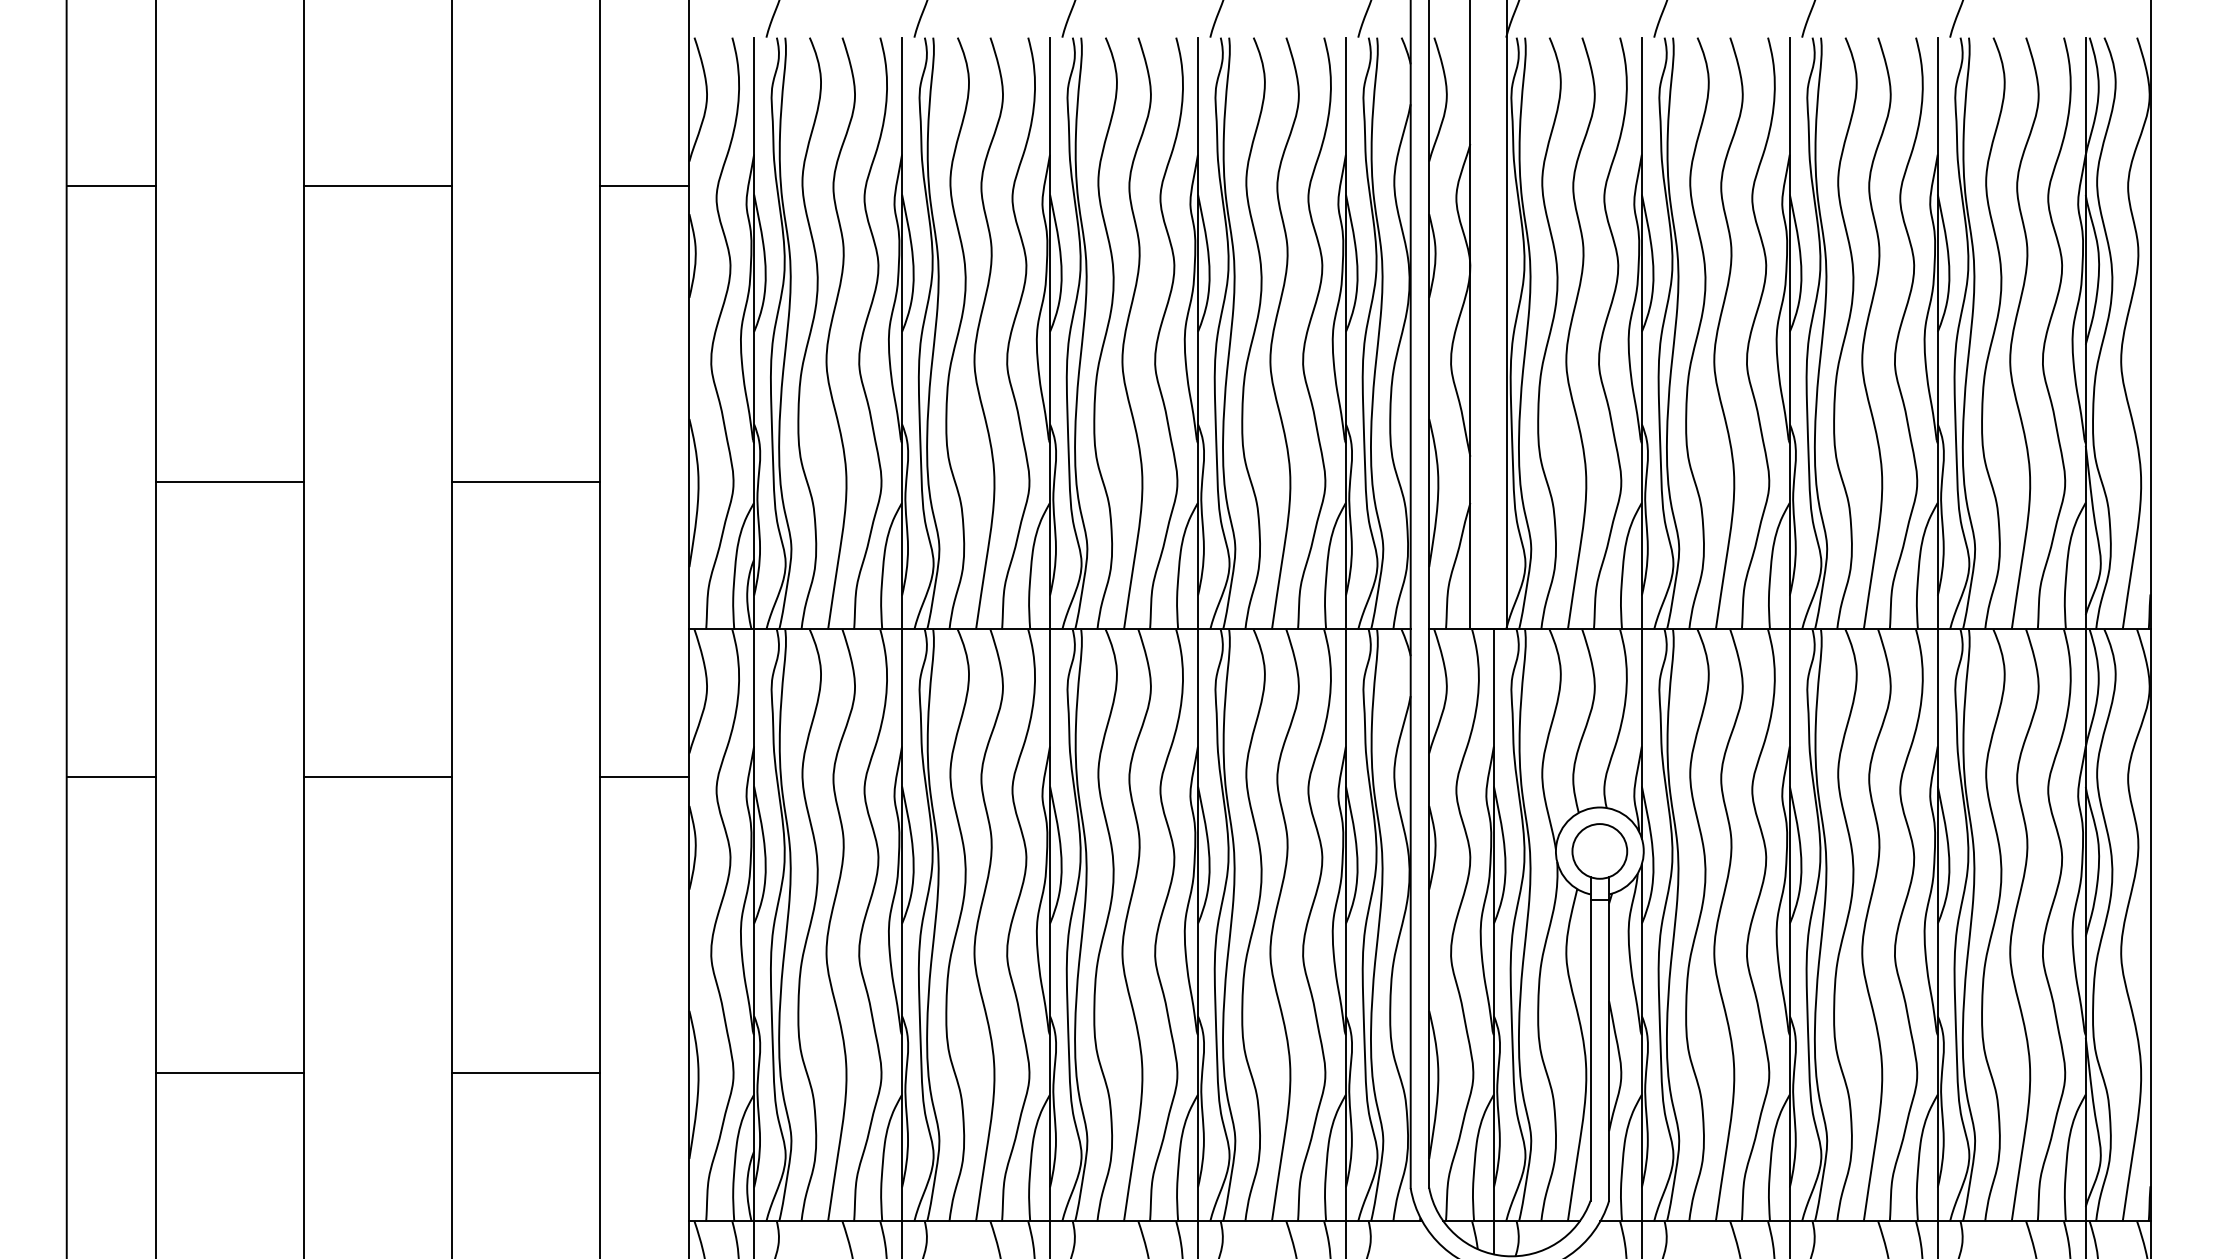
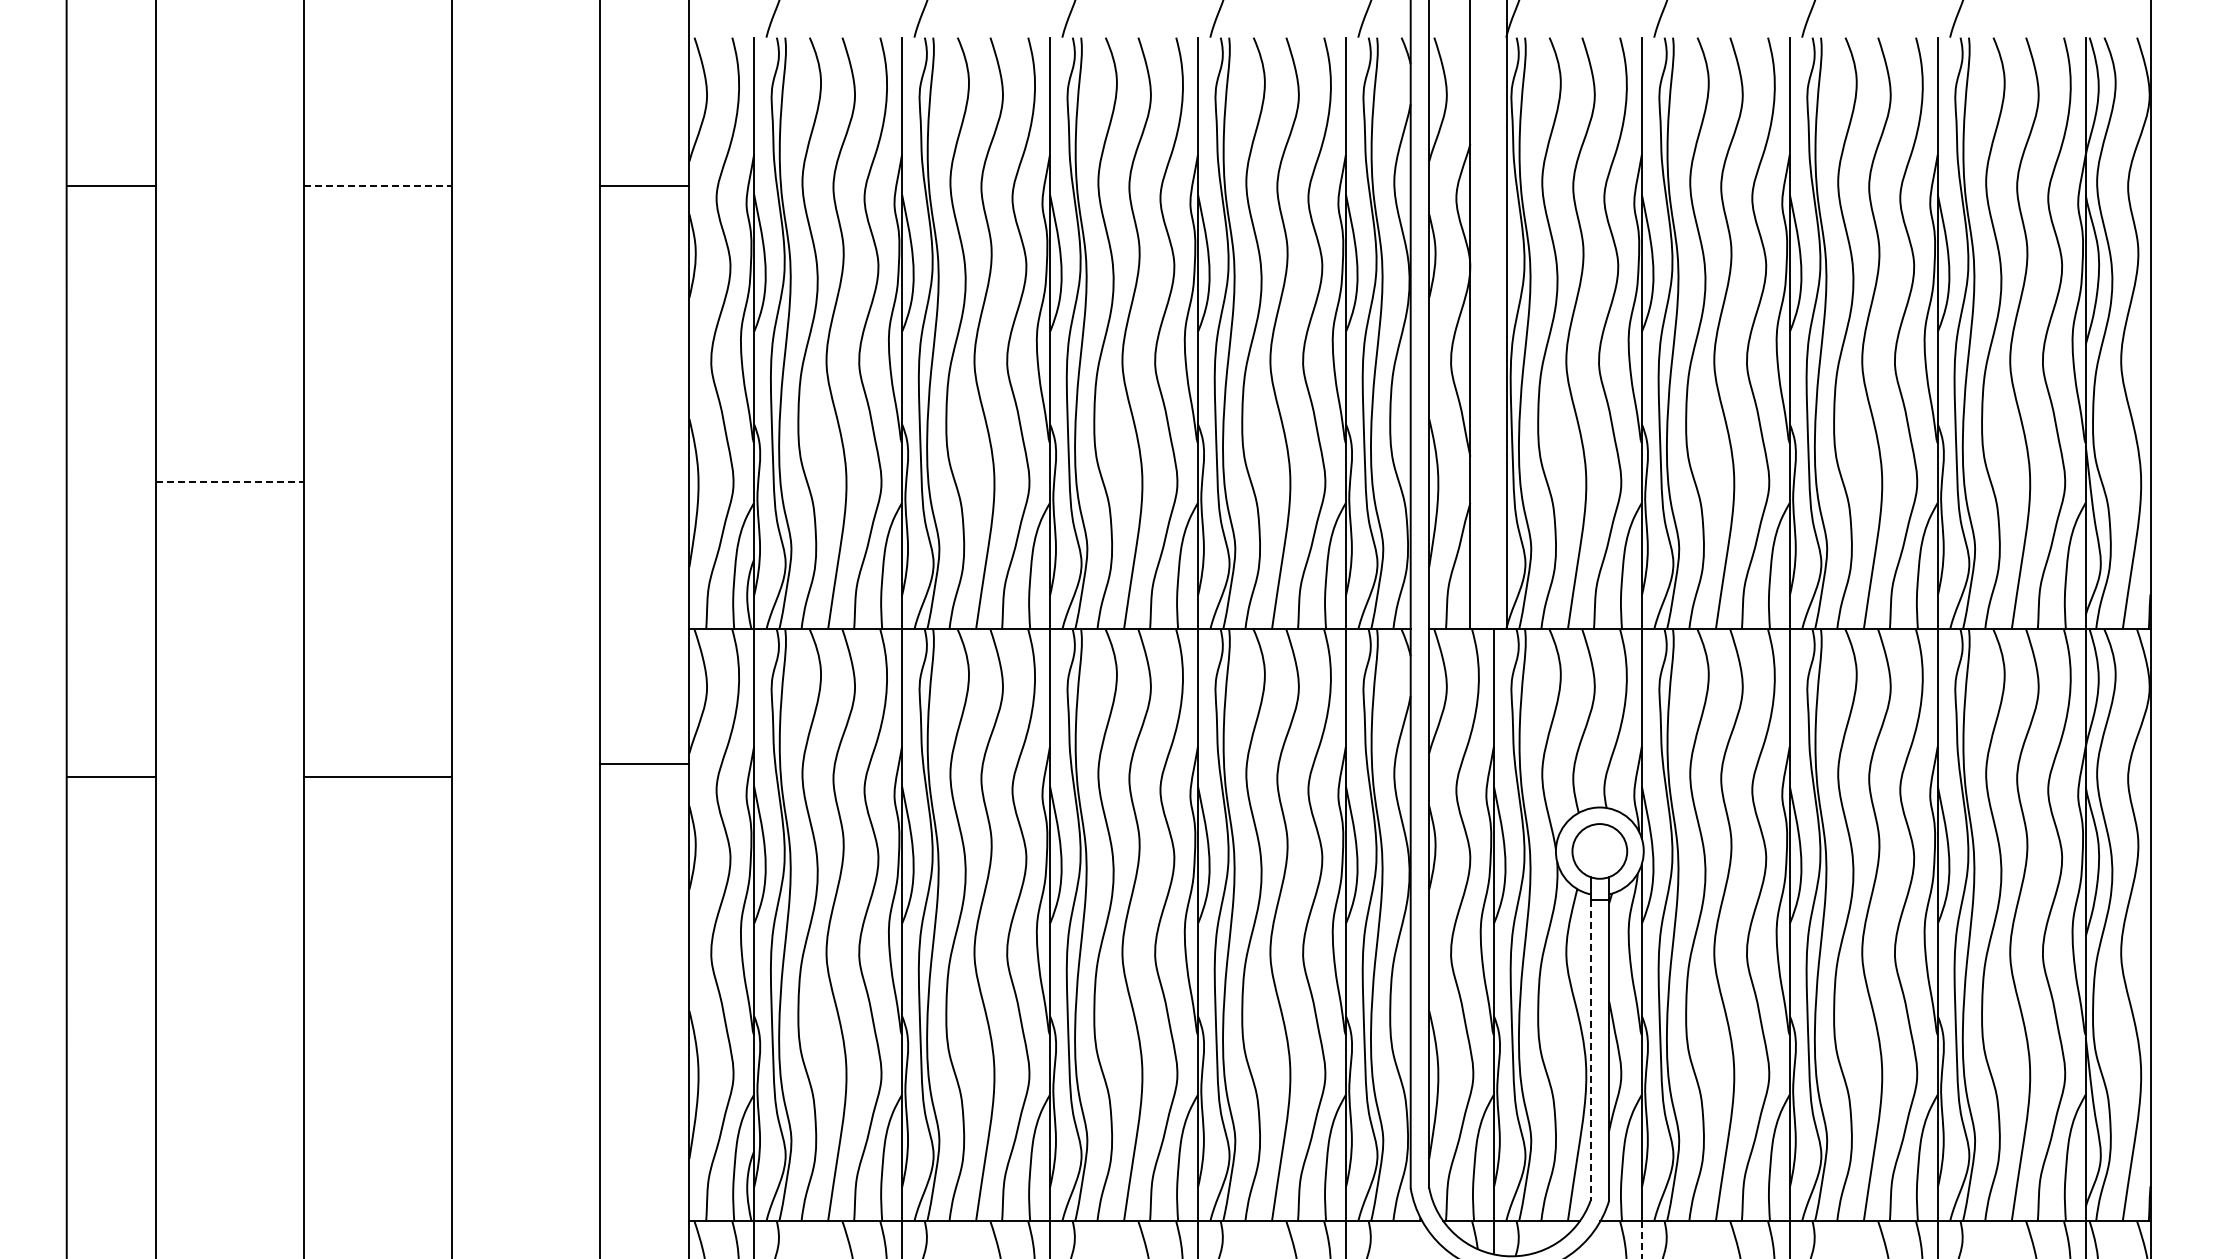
line at (377, 185): solid -> dashed
line at (229, 481): solid -> dashed
line at (525, 481): present -> none
line at (644, 777) position: (644, 777) -> (644, 764)
line at (1590, 1050): solid -> dashed
line at (229, 1073): present -> none
line at (525, 1073): present -> none
line at (1641, 1240): solid -> dashed
